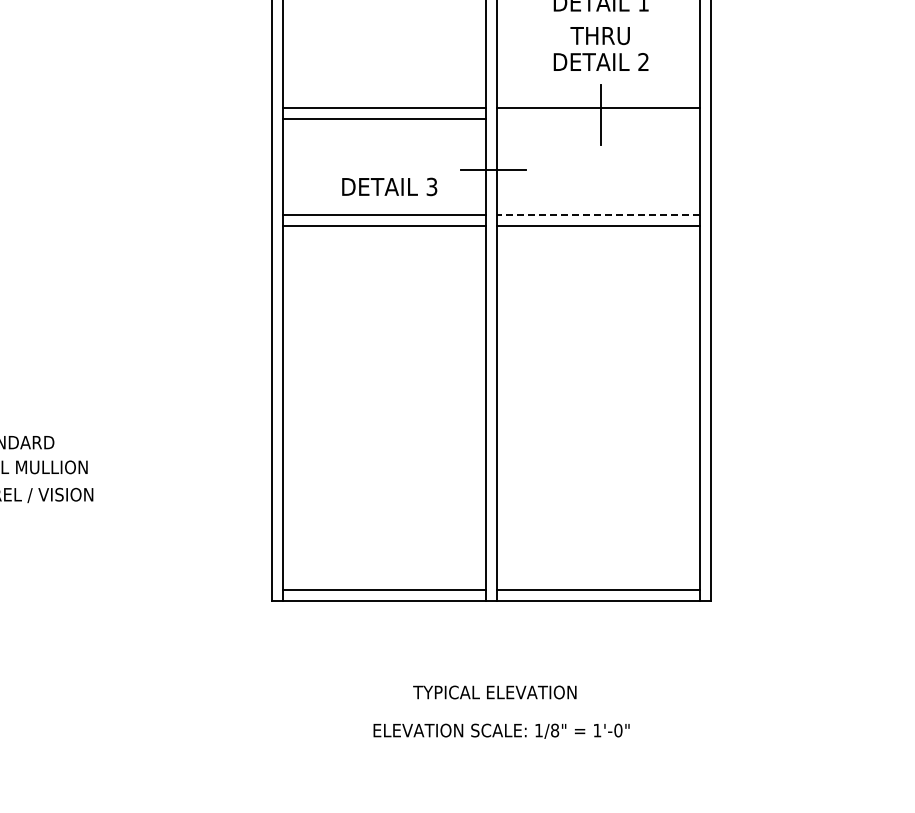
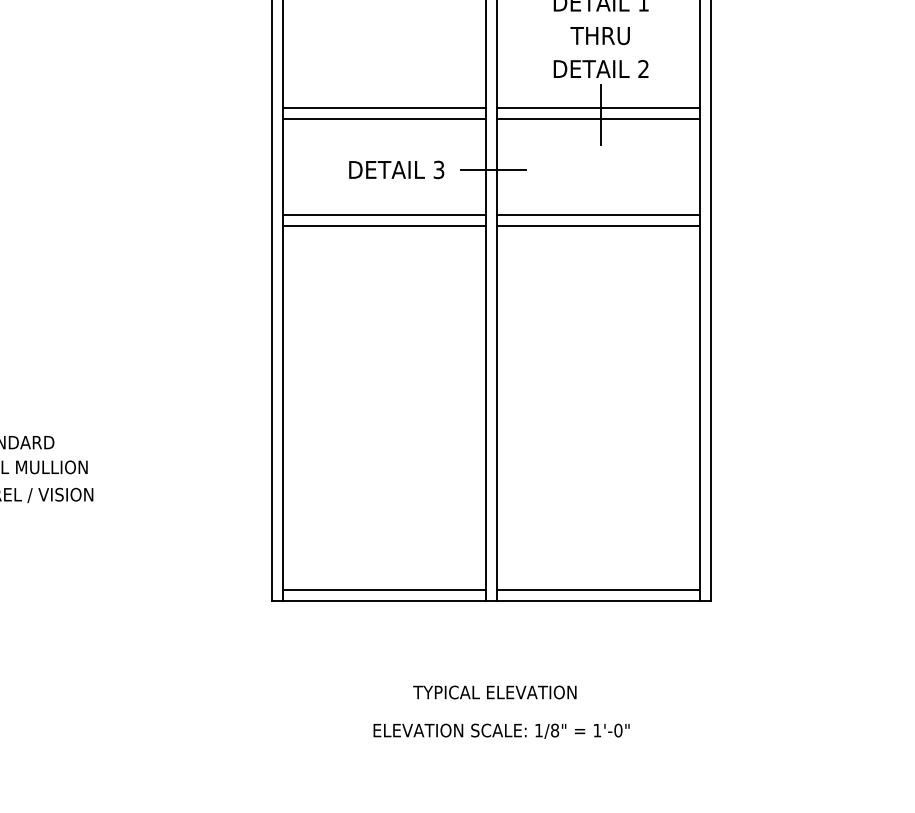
text at (600, 61) position: (600, 61) -> (600, 68)
line at (597, 119): none -> present
text at (389, 186) position: (389, 186) -> (396, 169)
line at (597, 215): dashed -> solid
